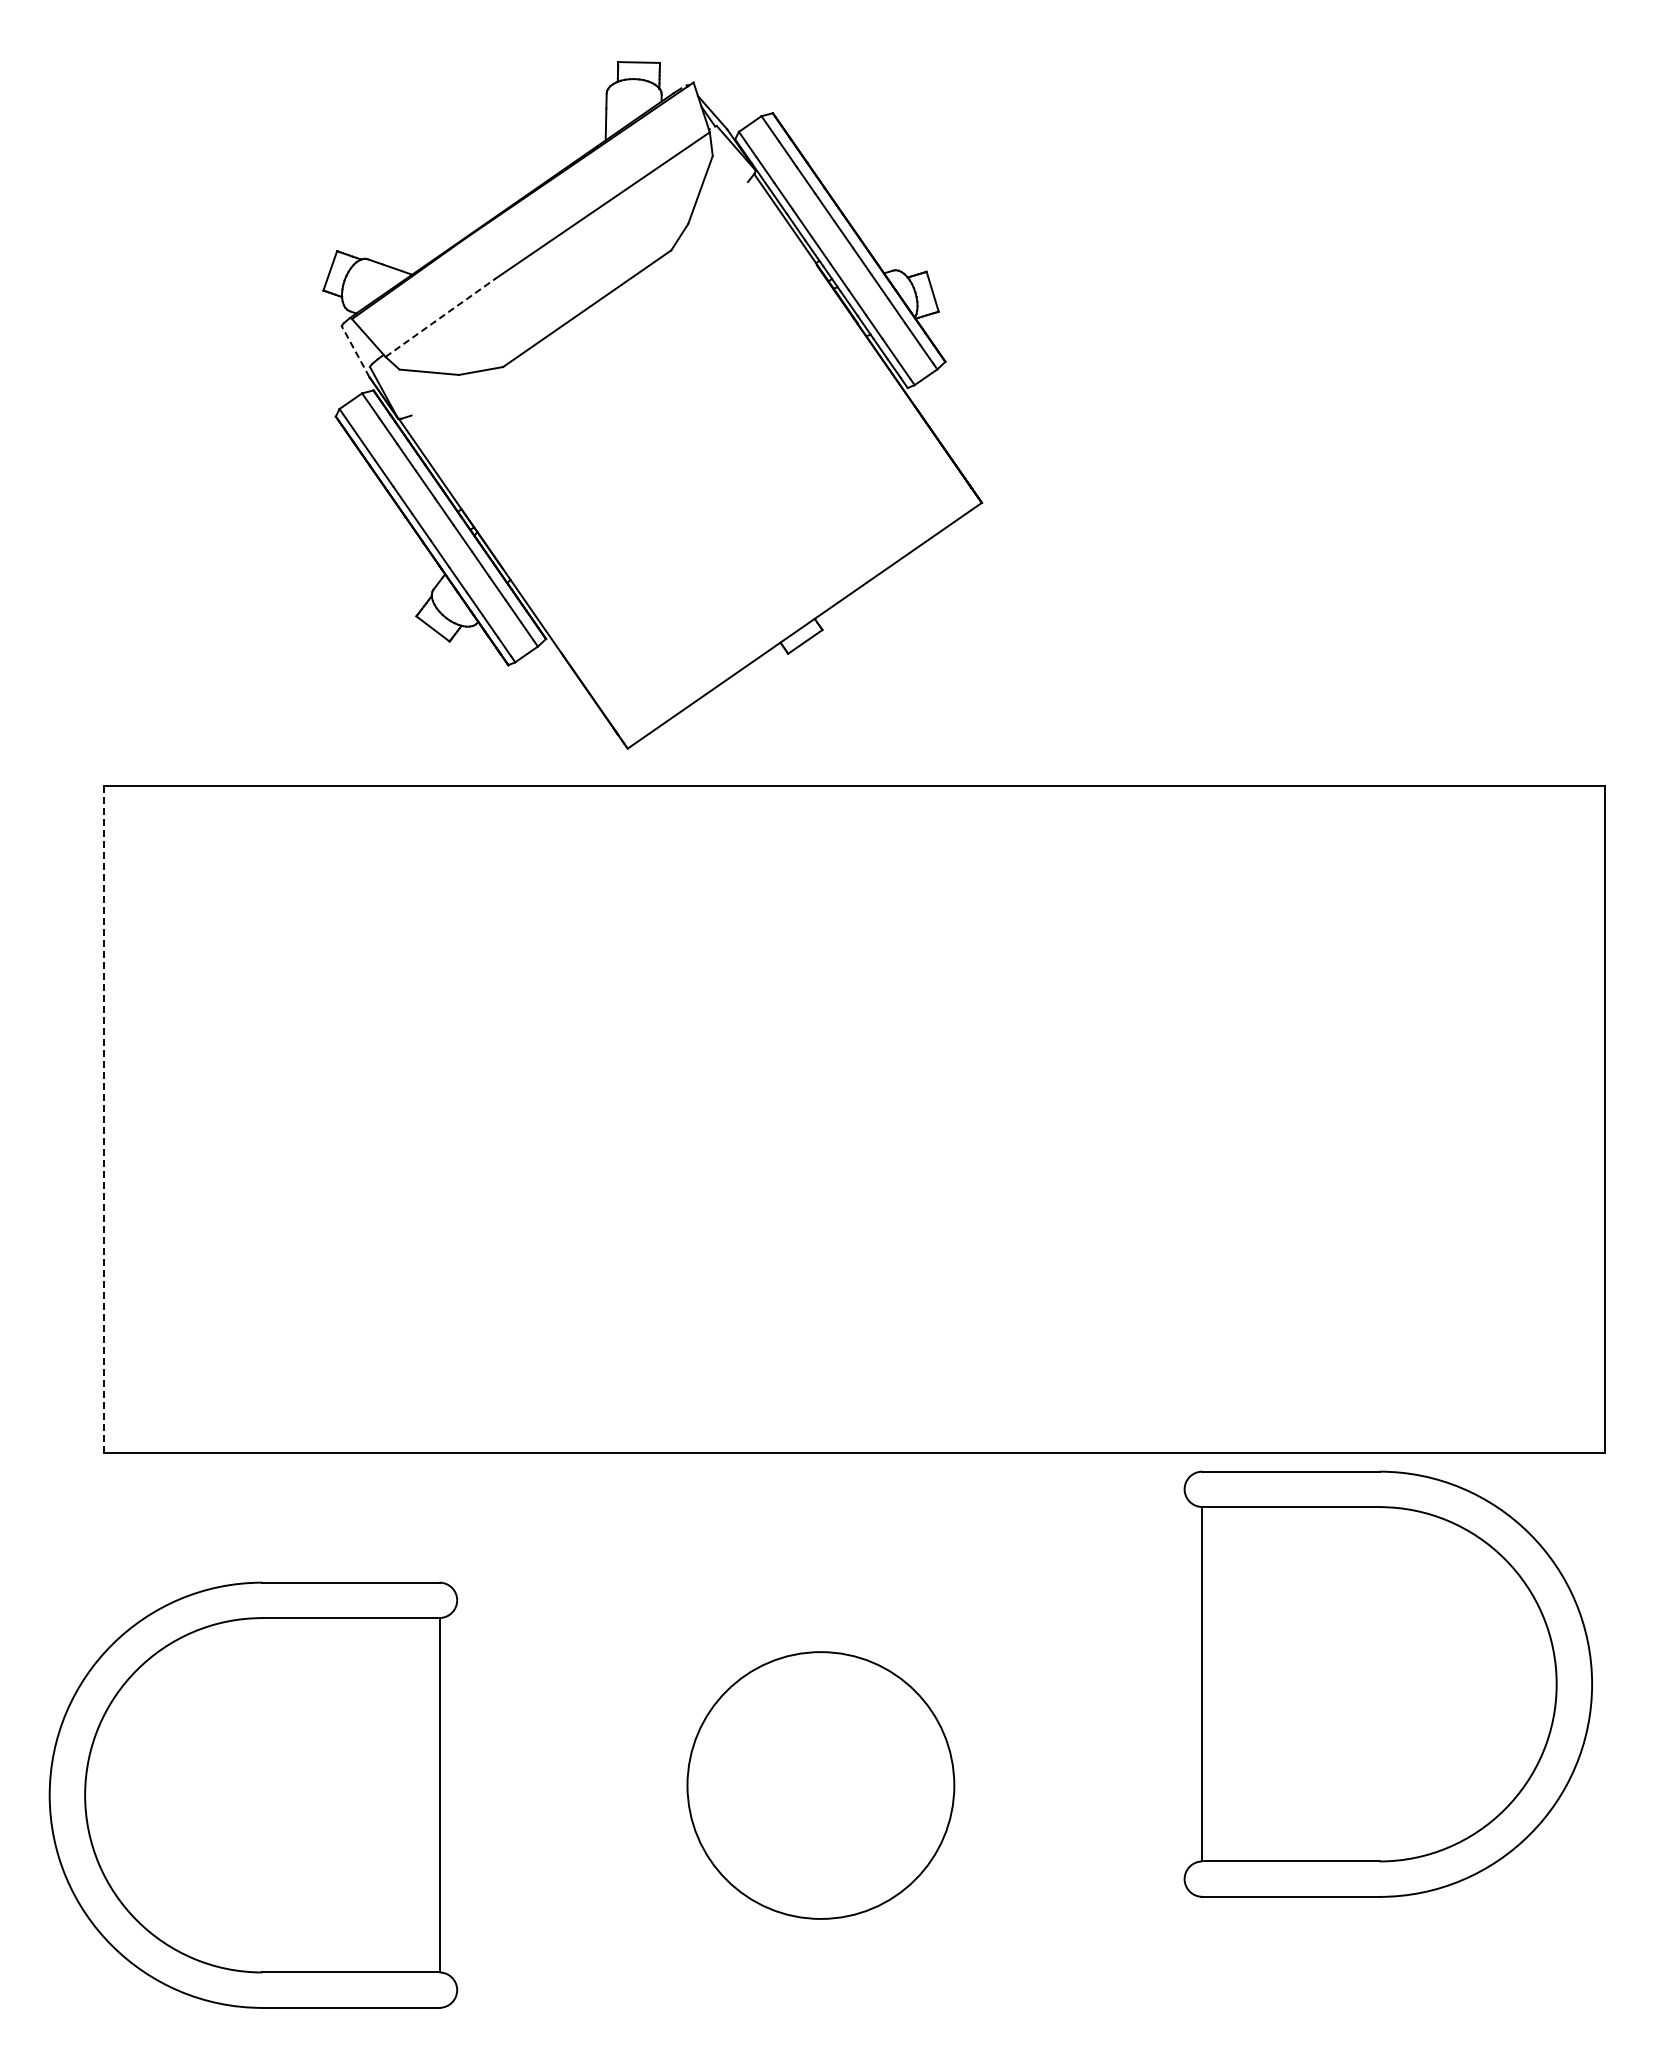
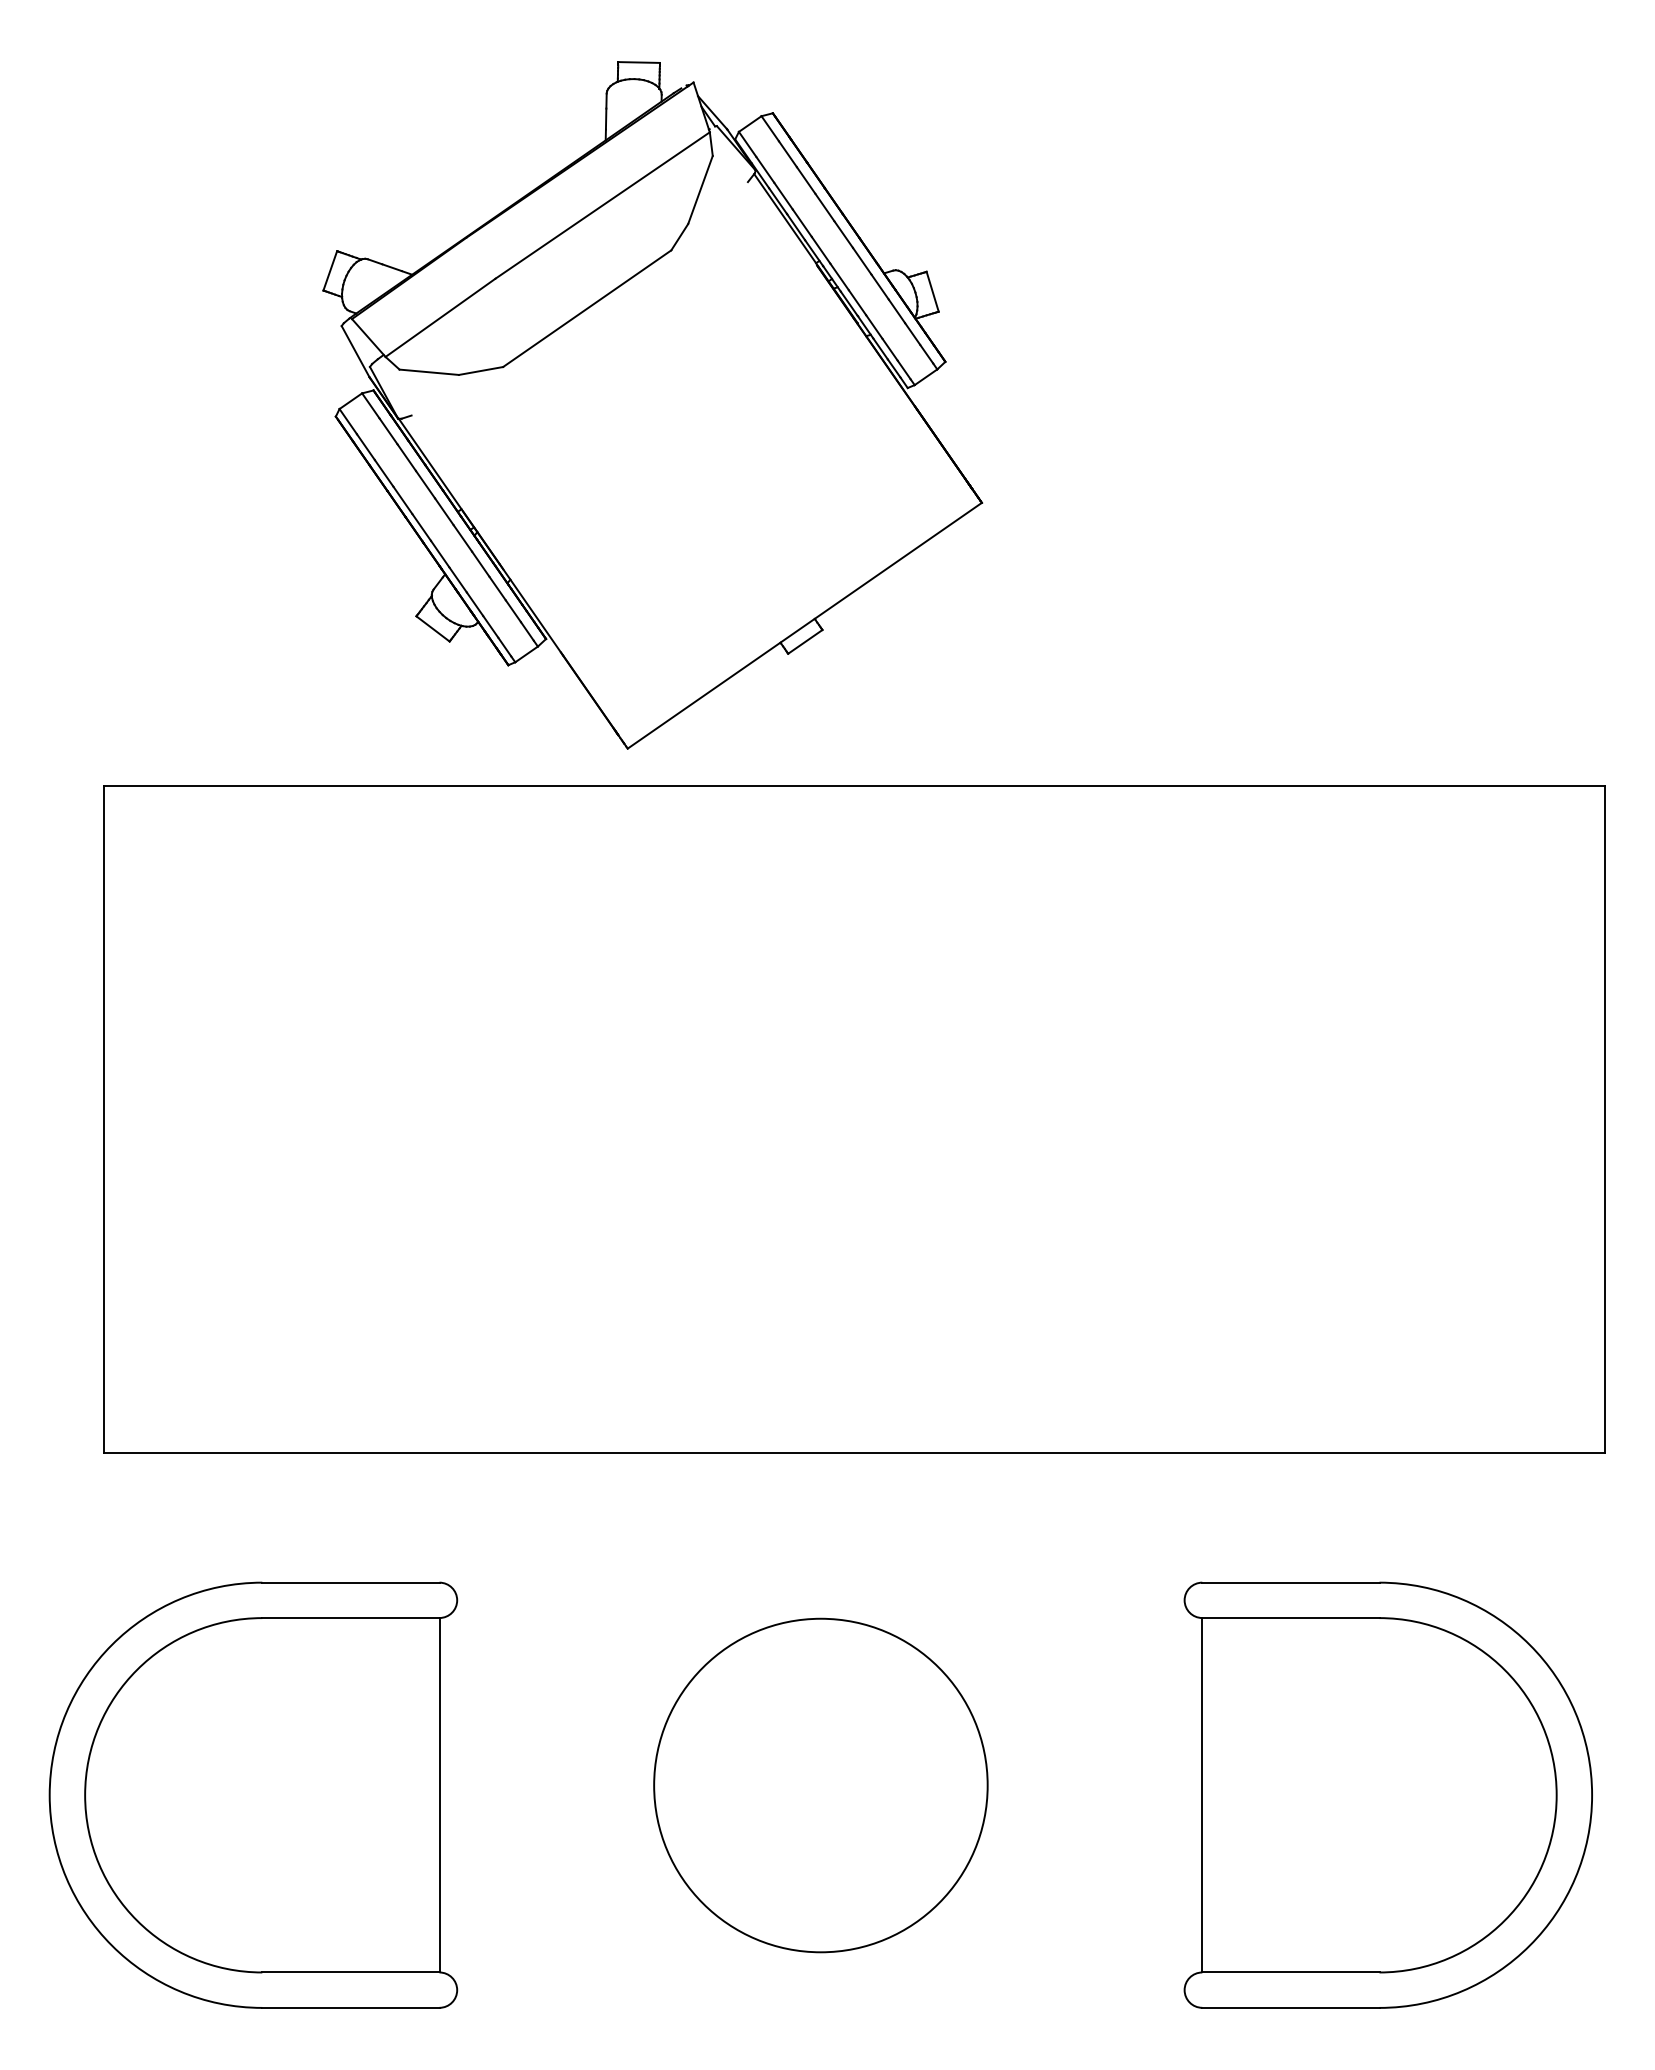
line at (440, 317): dashed -> solid
line at (355, 351): dashed -> solid
line at (104, 1119): dashed -> solid
part at (1387, 1683) position: (1387, 1683) -> (1387, 1794)
circle at (820, 1785) diameter: 267 px -> 334 px
